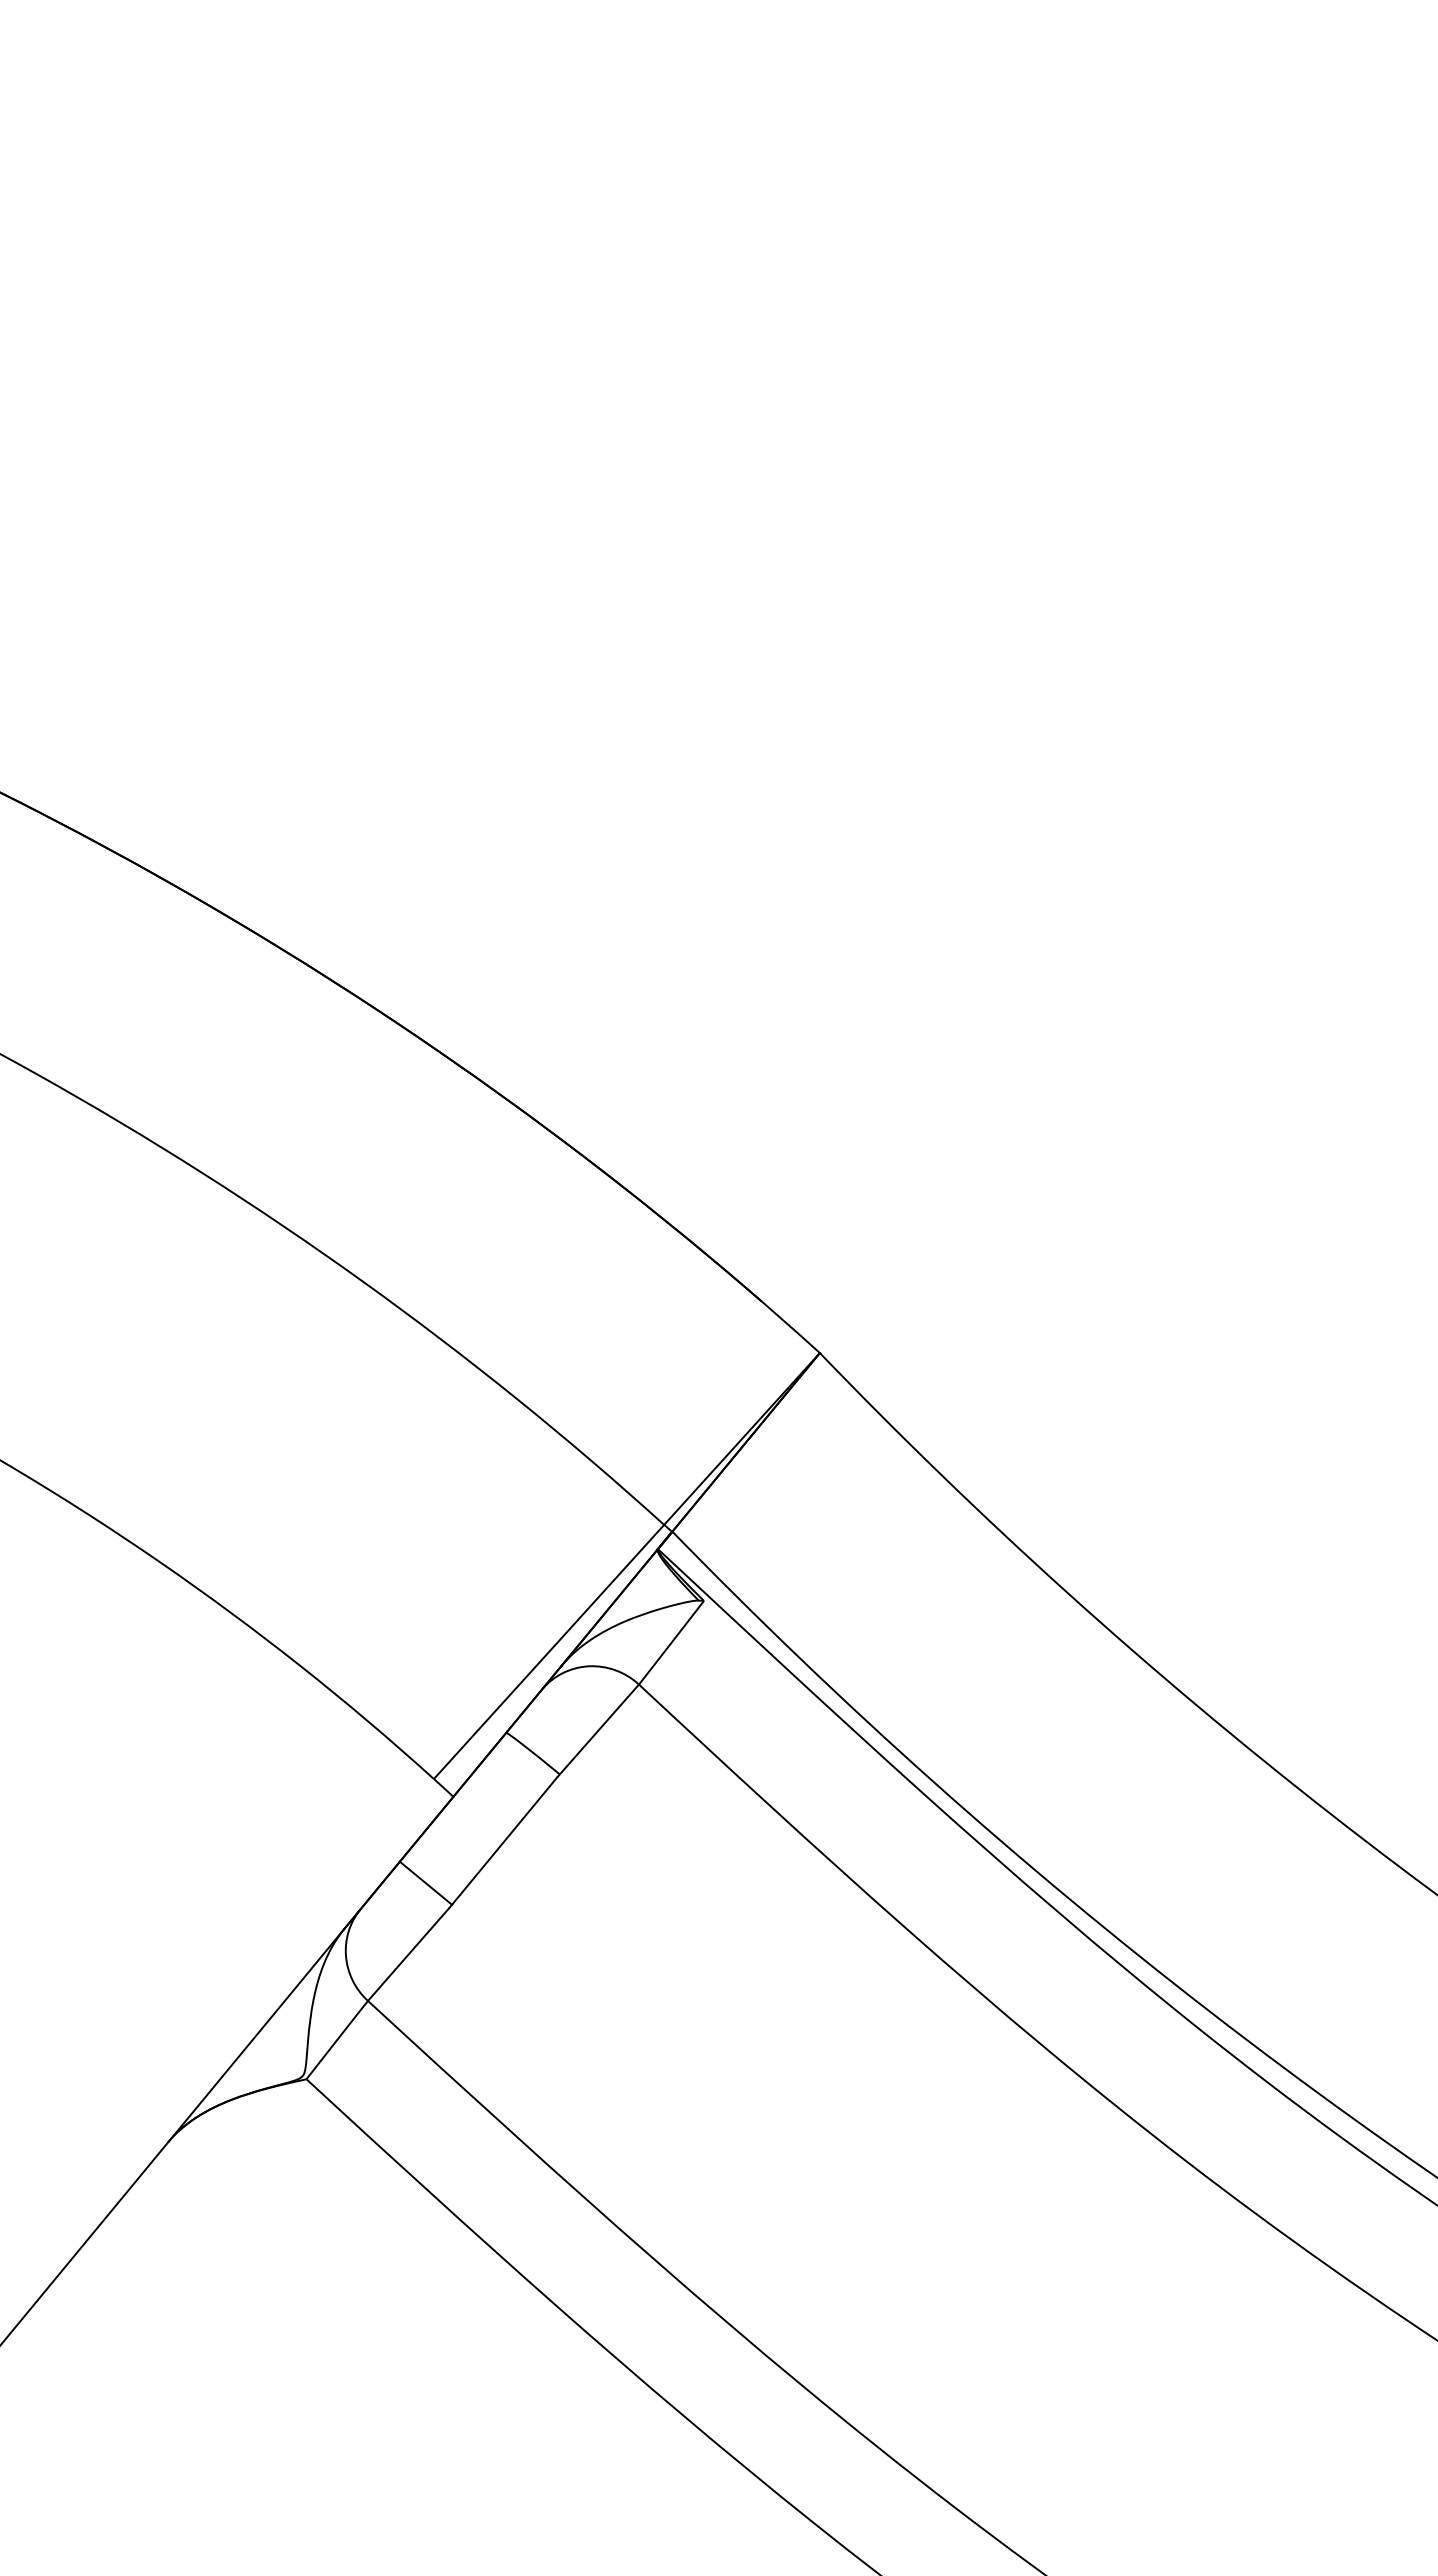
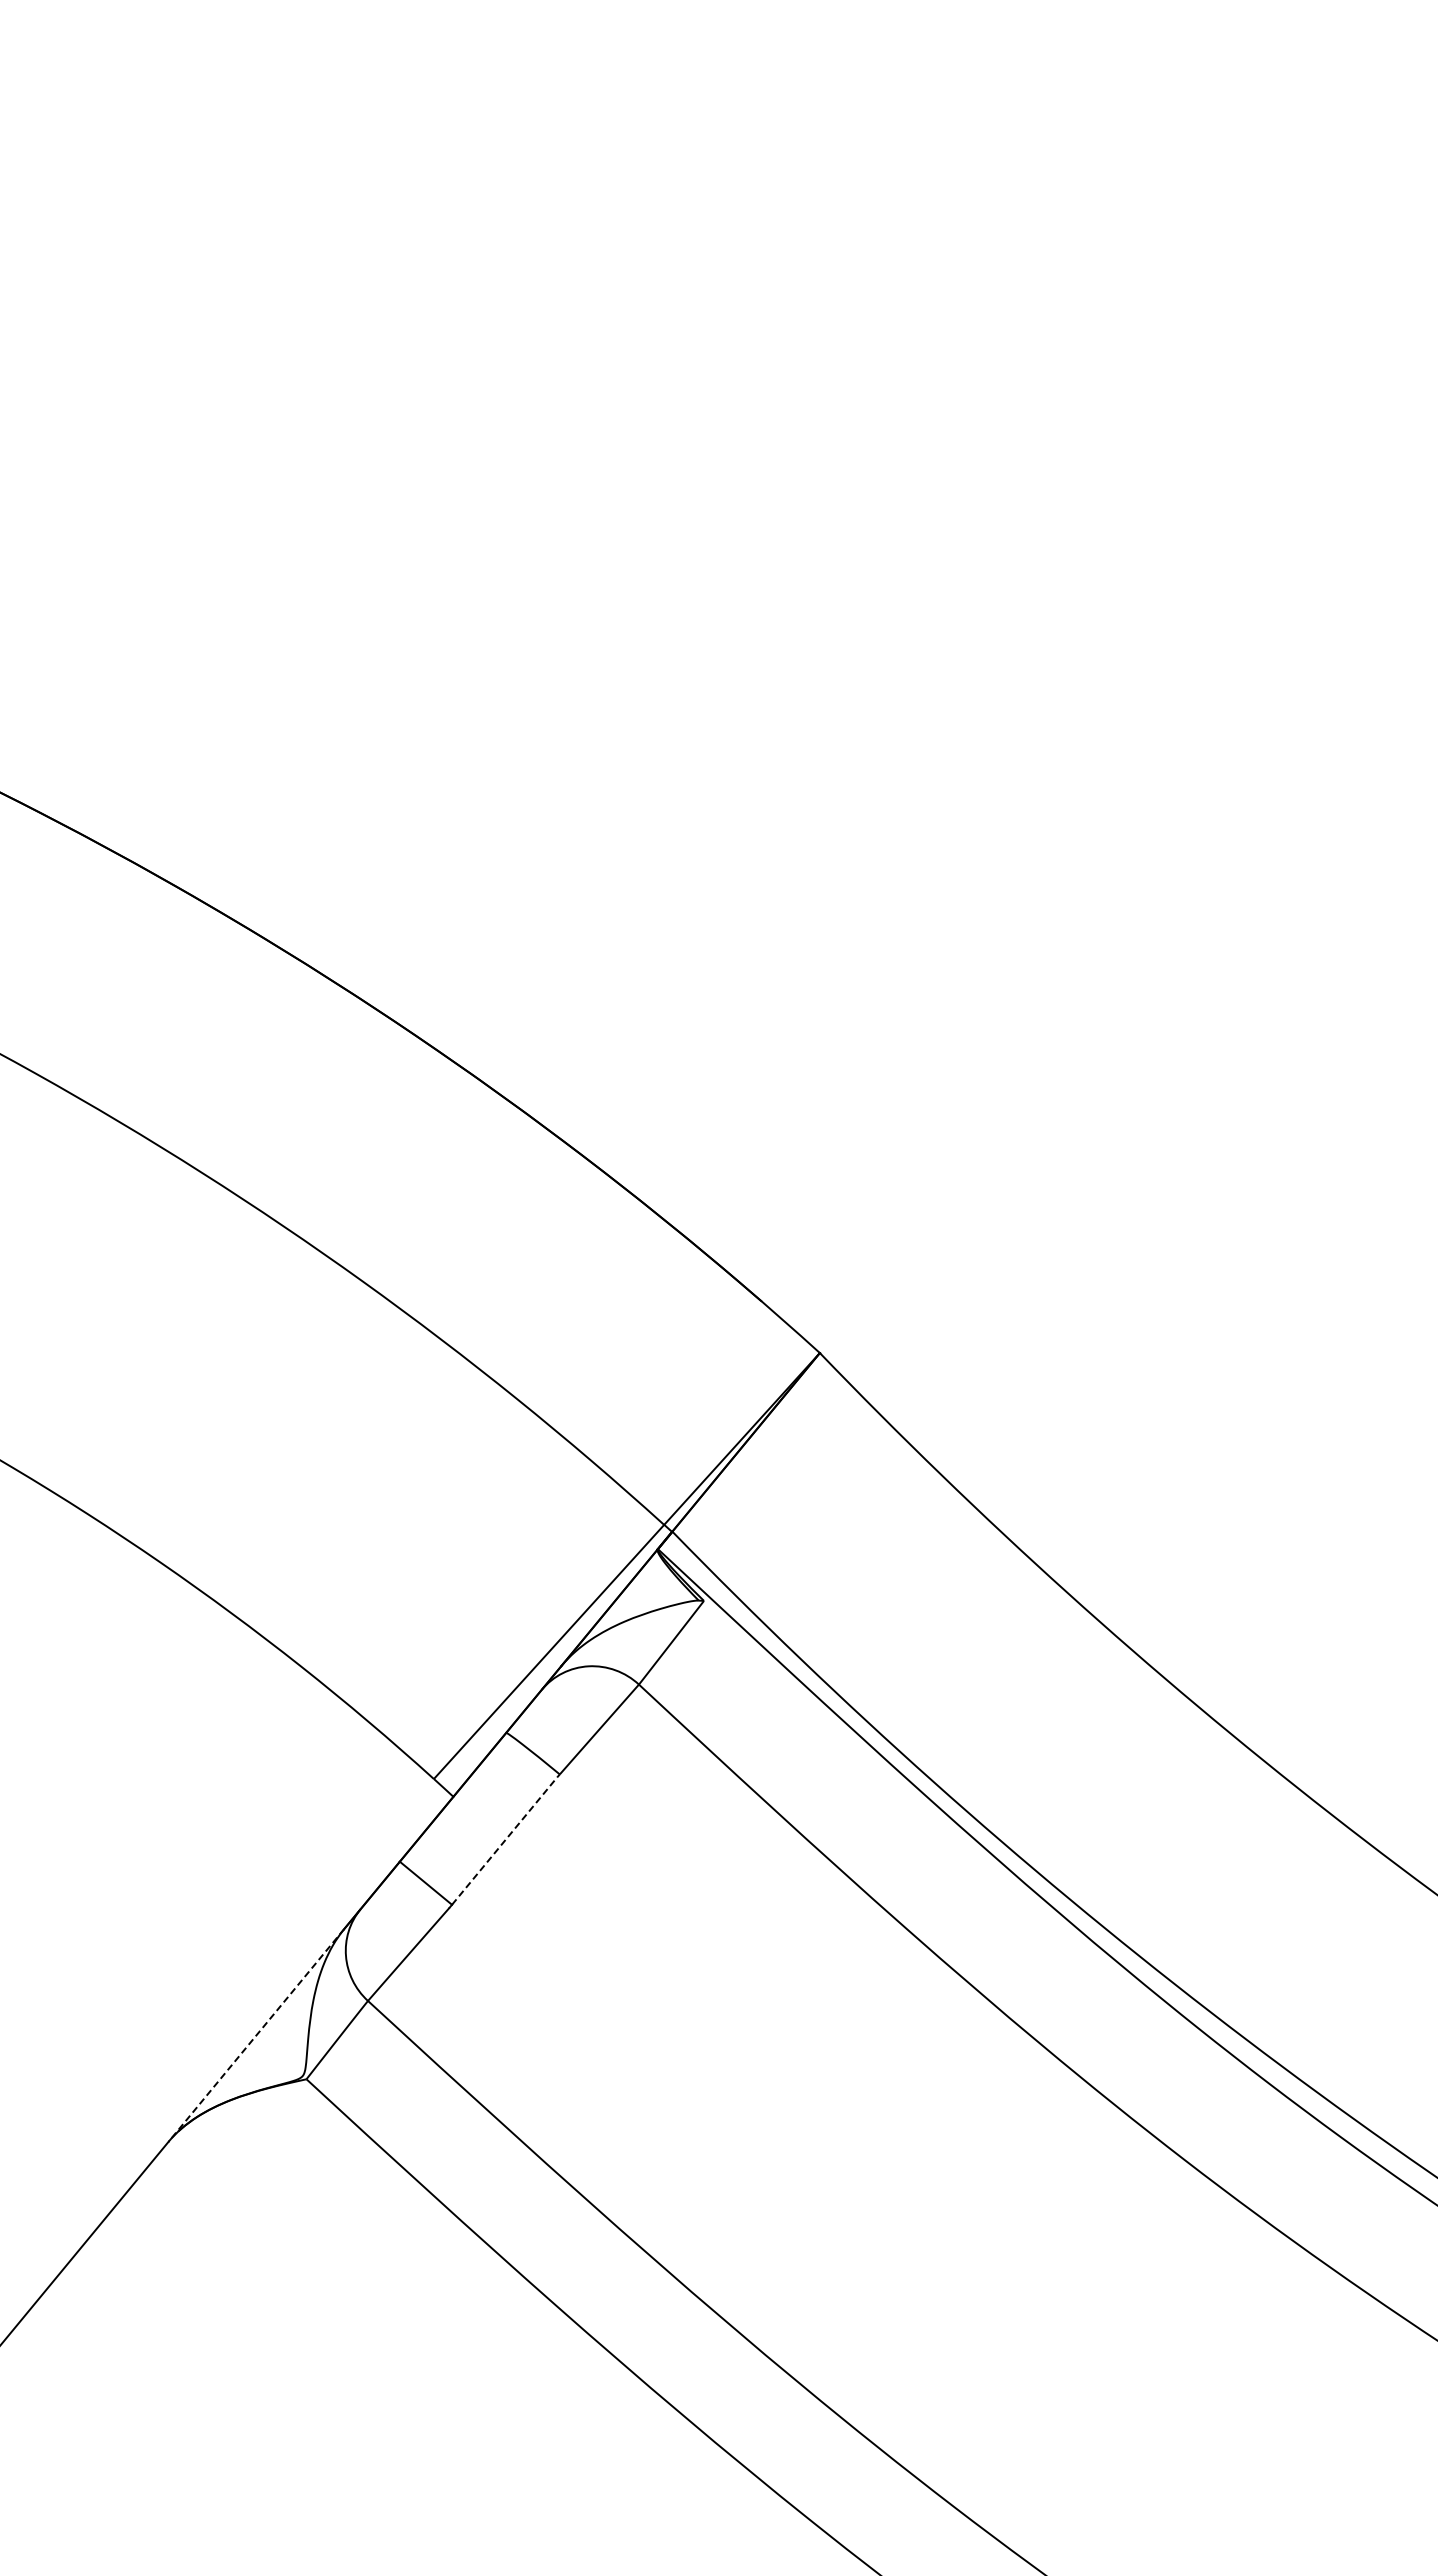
line at (504, 1841): solid -> dashed
line at (256, 2035): solid -> dashed
